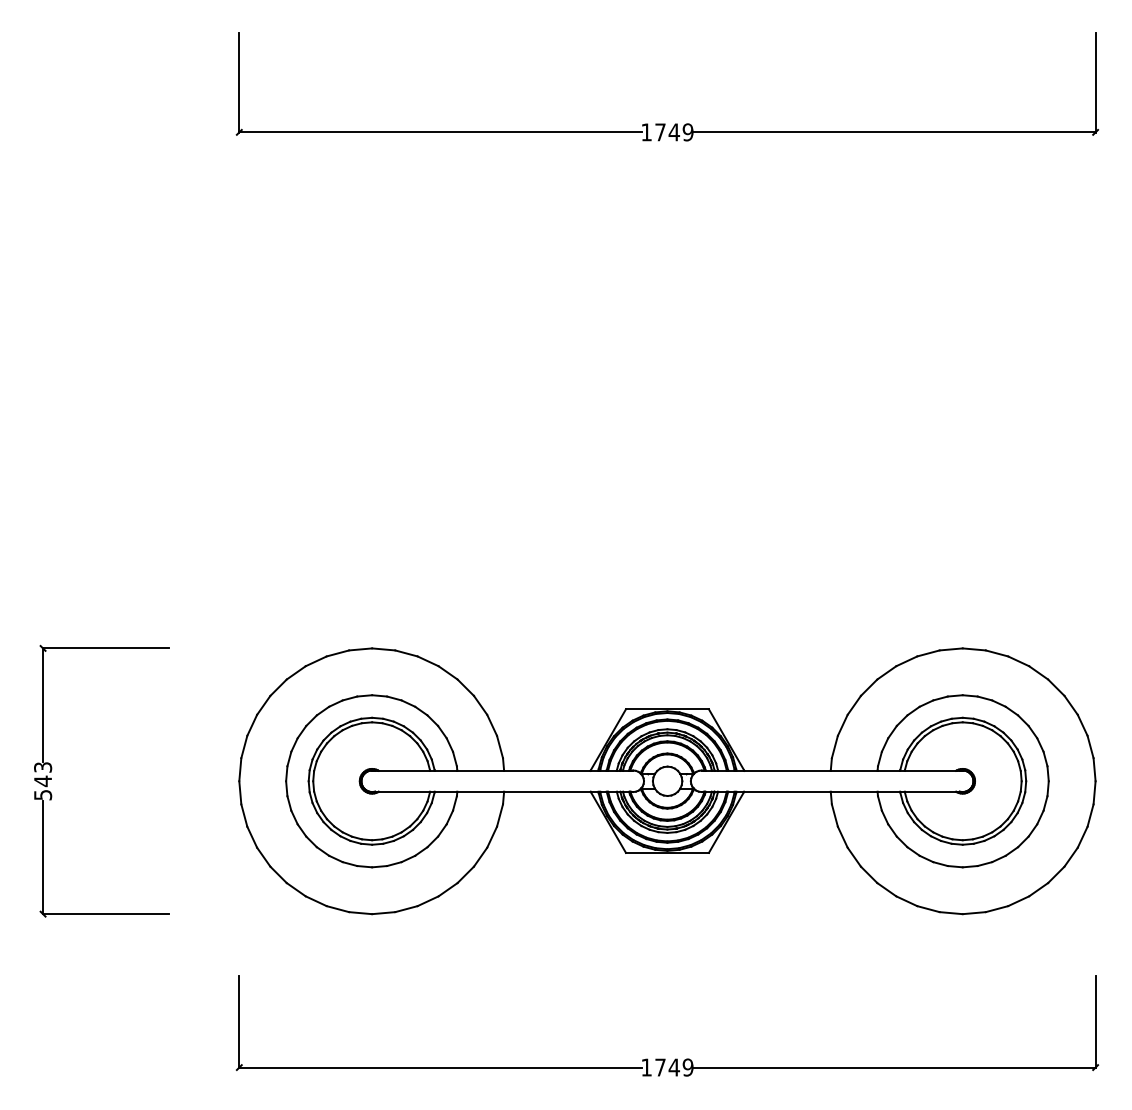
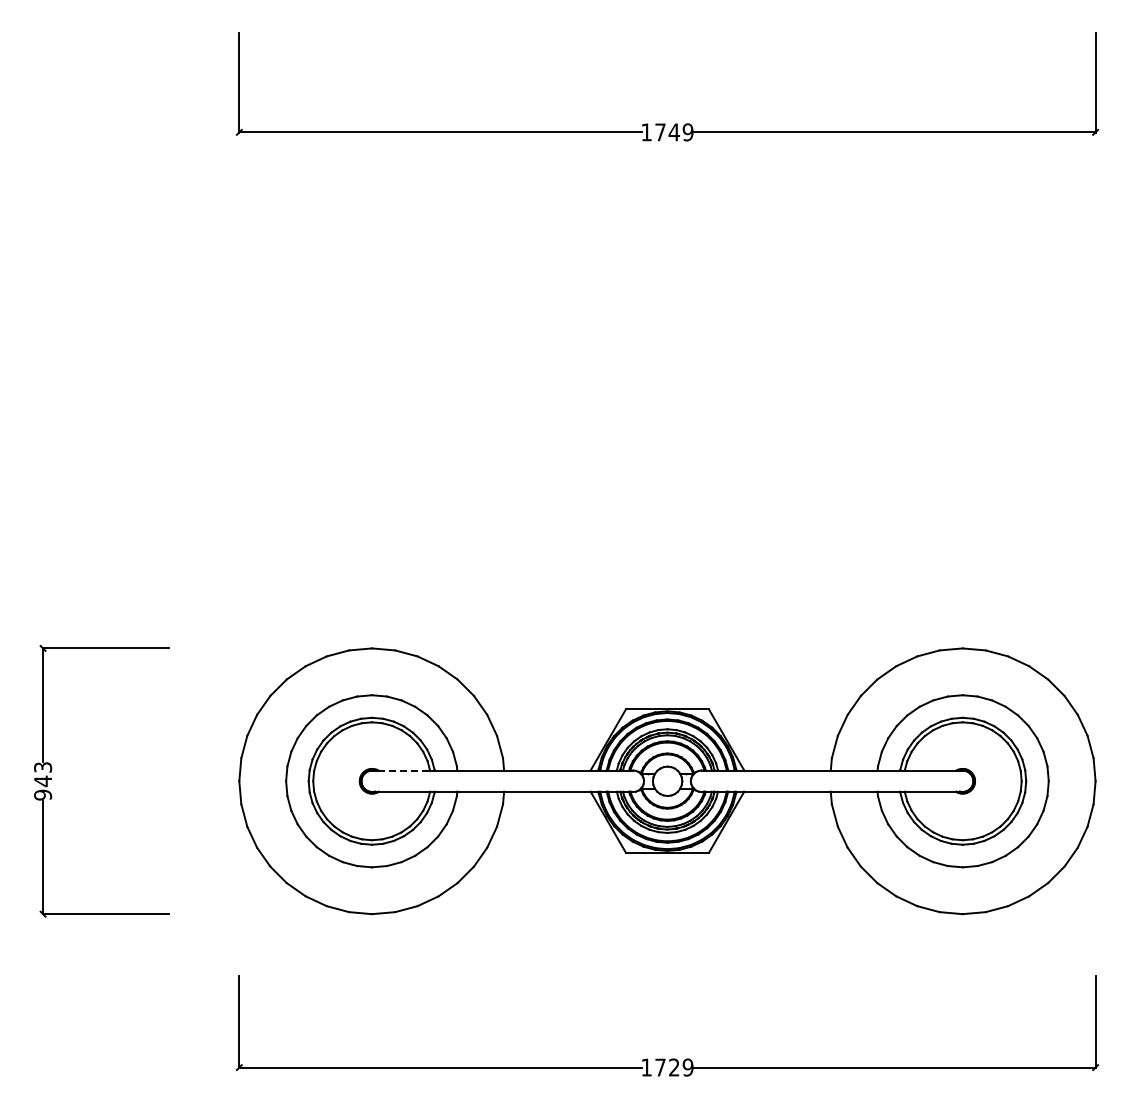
line at (404, 770): solid -> dashed
text at (42, 794): 543 -> 943
text at (674, 1067): 1749 -> 1729
